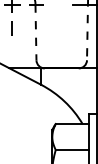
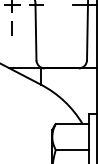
line at (87, 30): dashed -> solid
line at (35, 32): dashed -> solid
